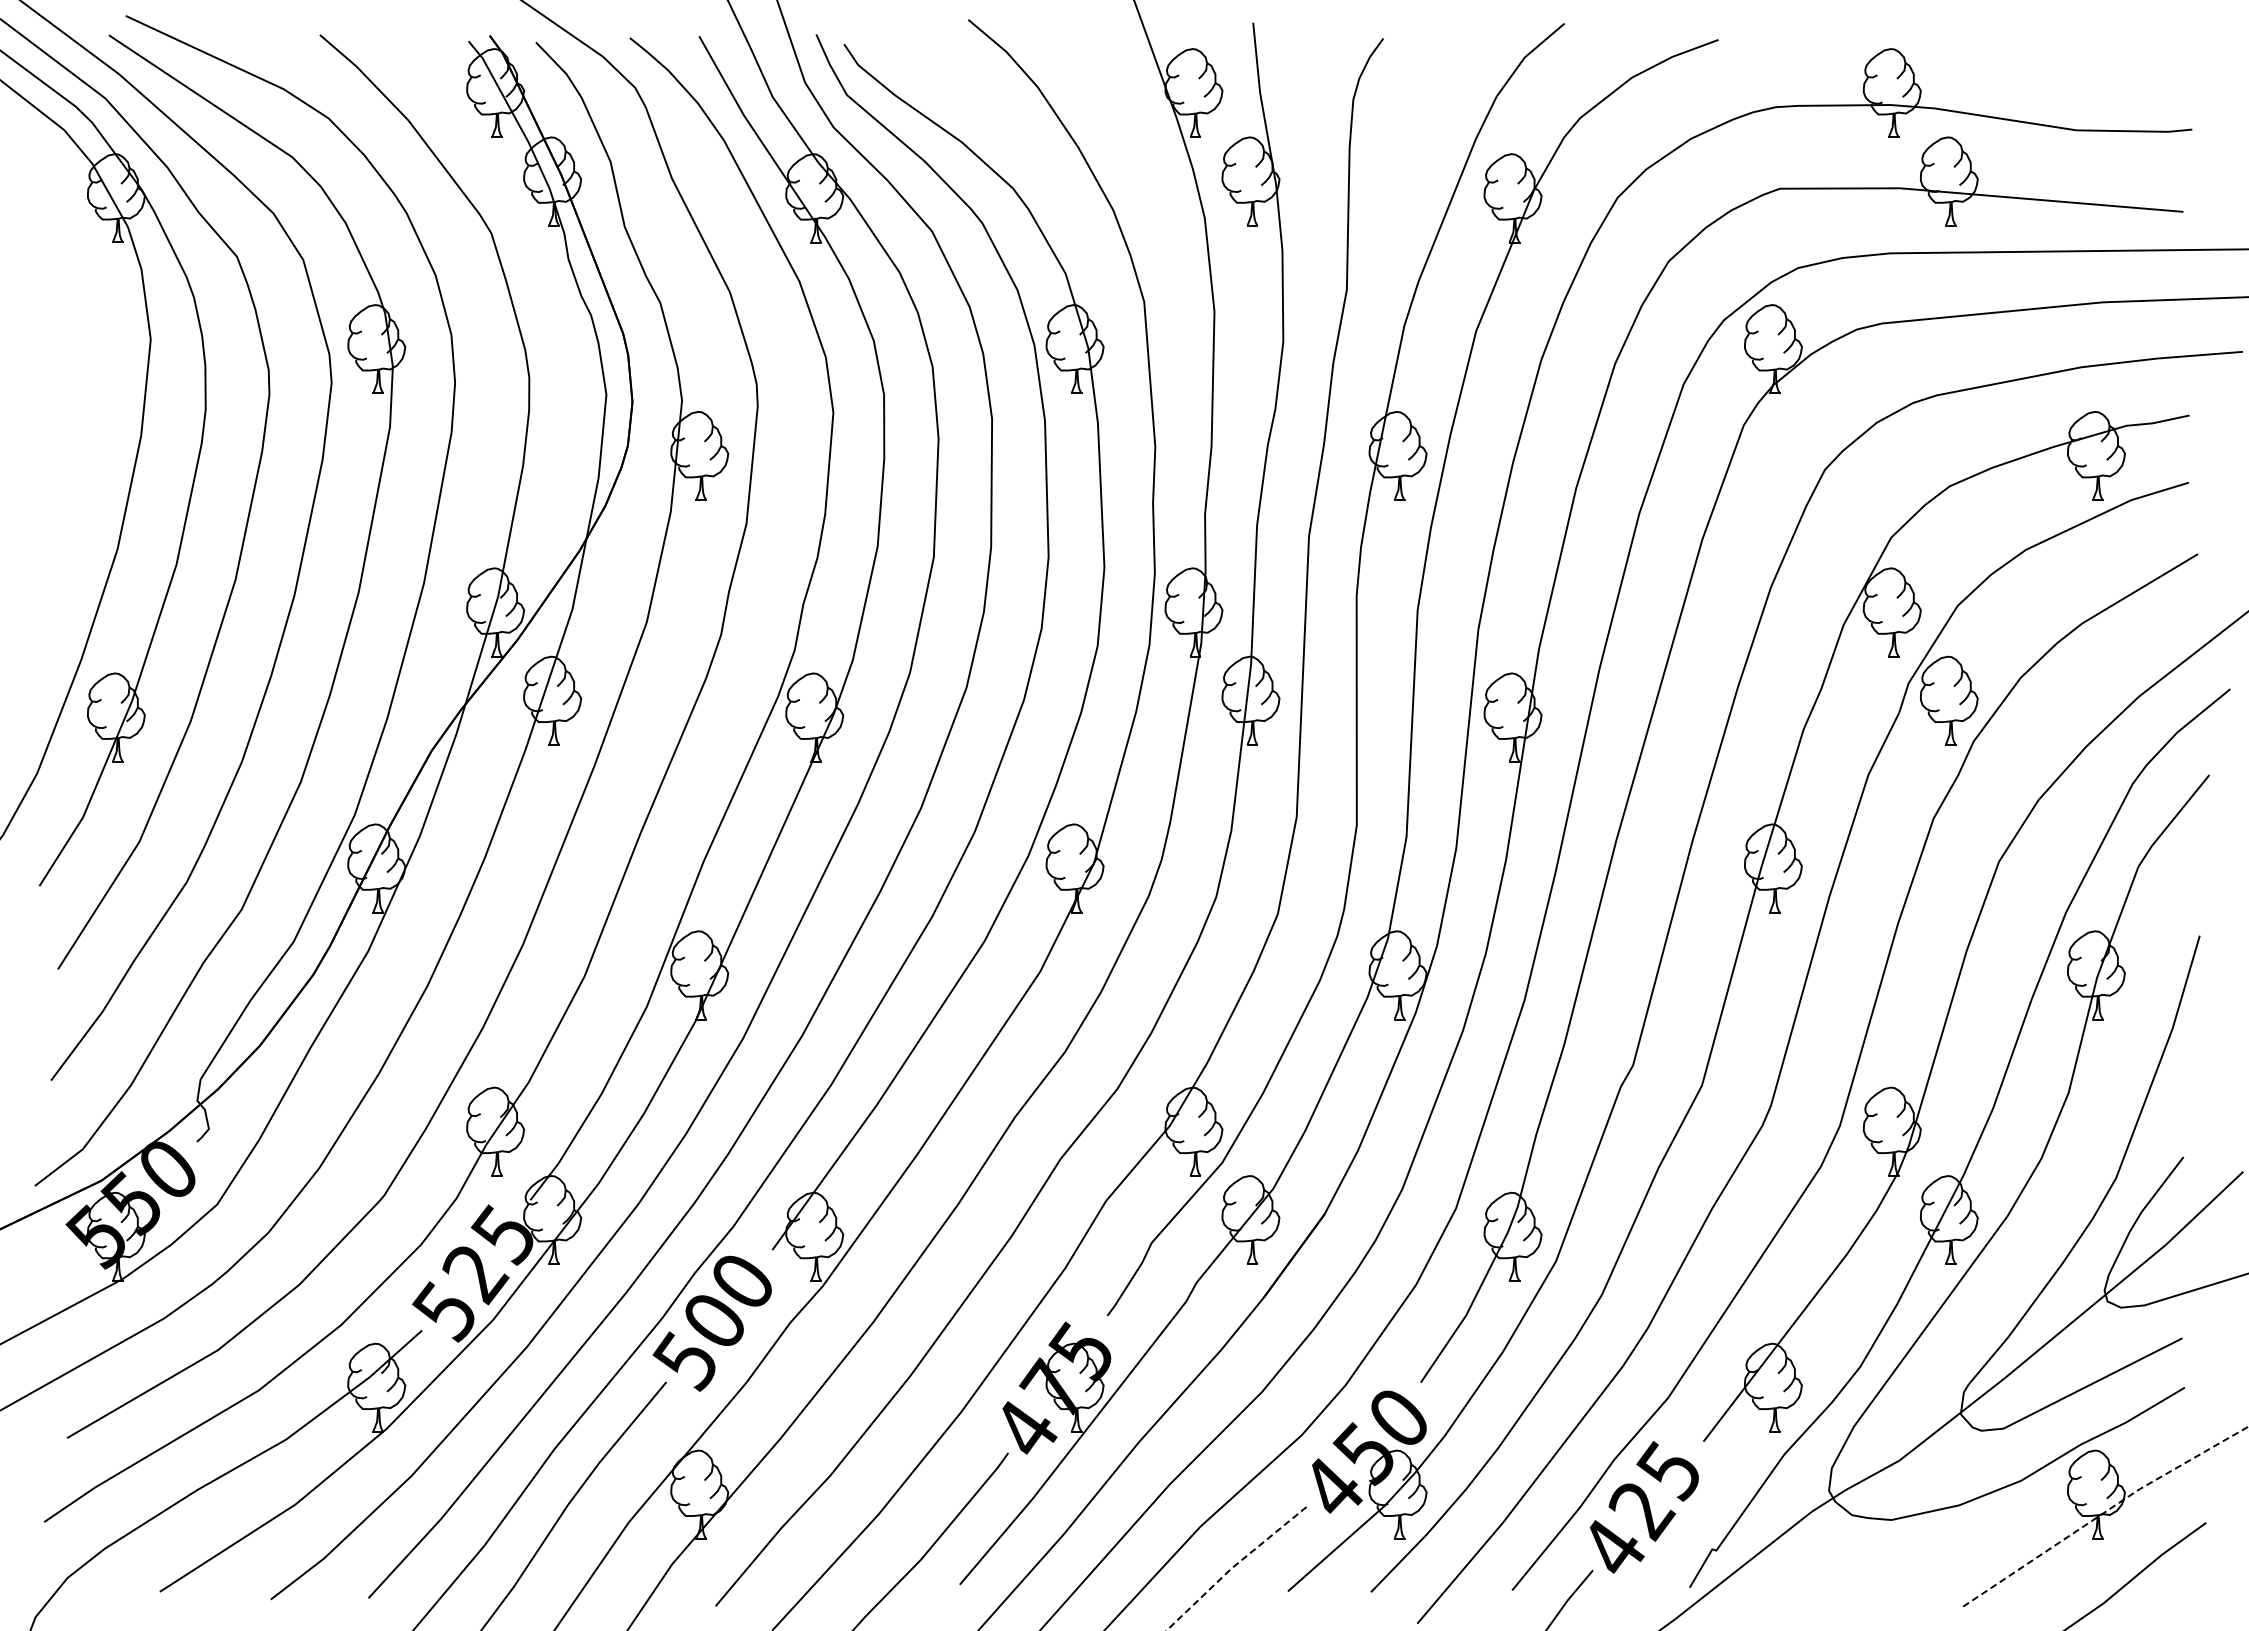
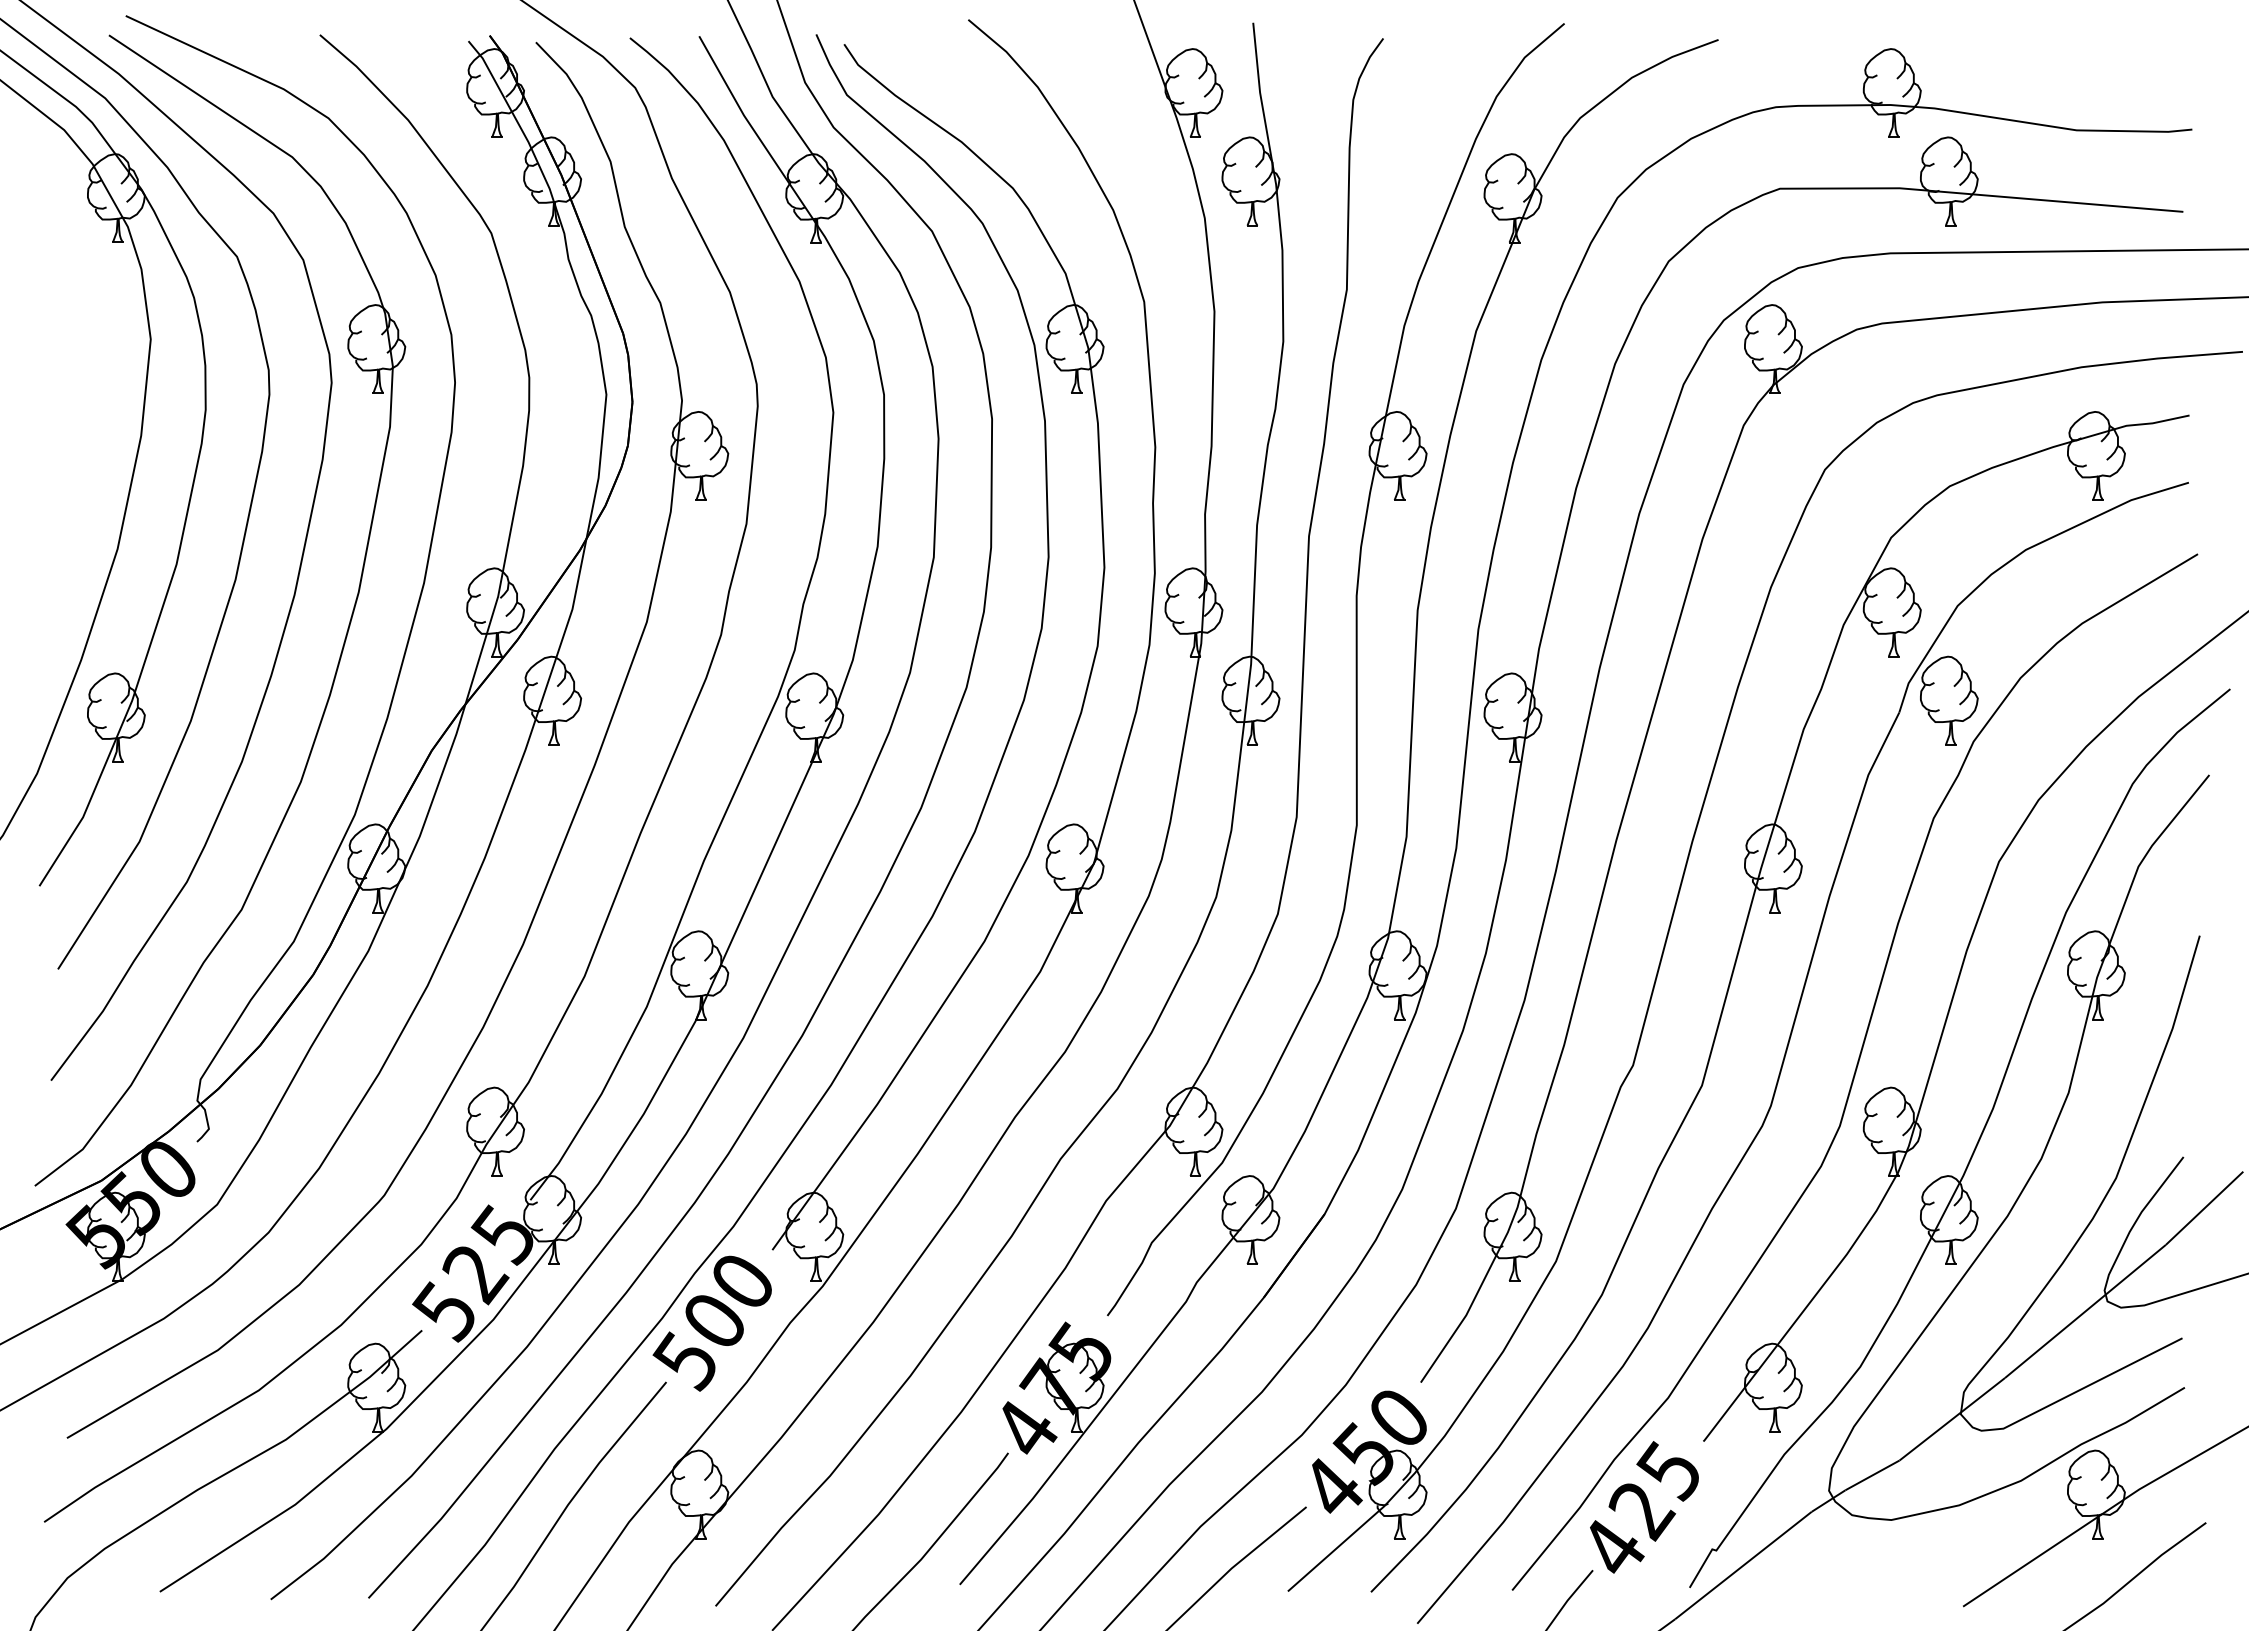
line at (2104, 1512): dashed -> solid
line at (1233, 1566): dashed -> solid
